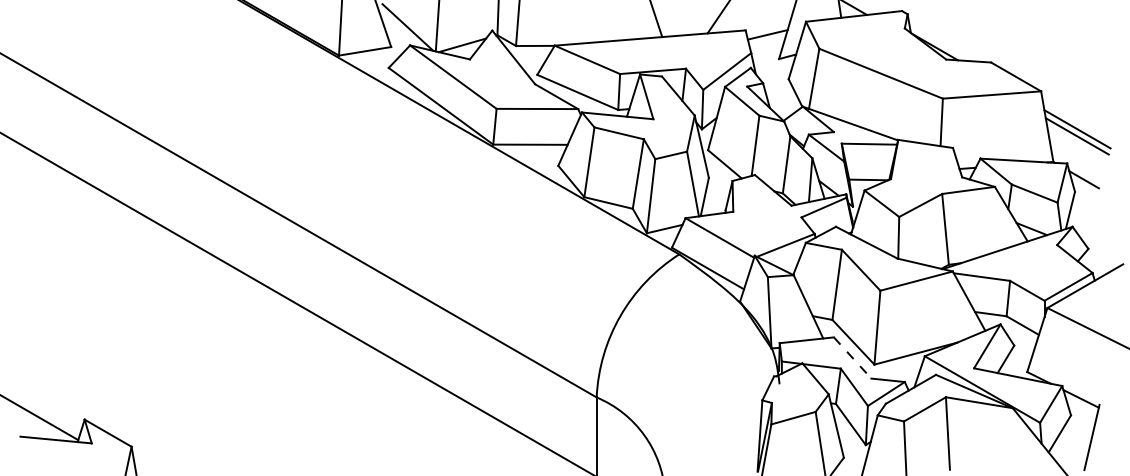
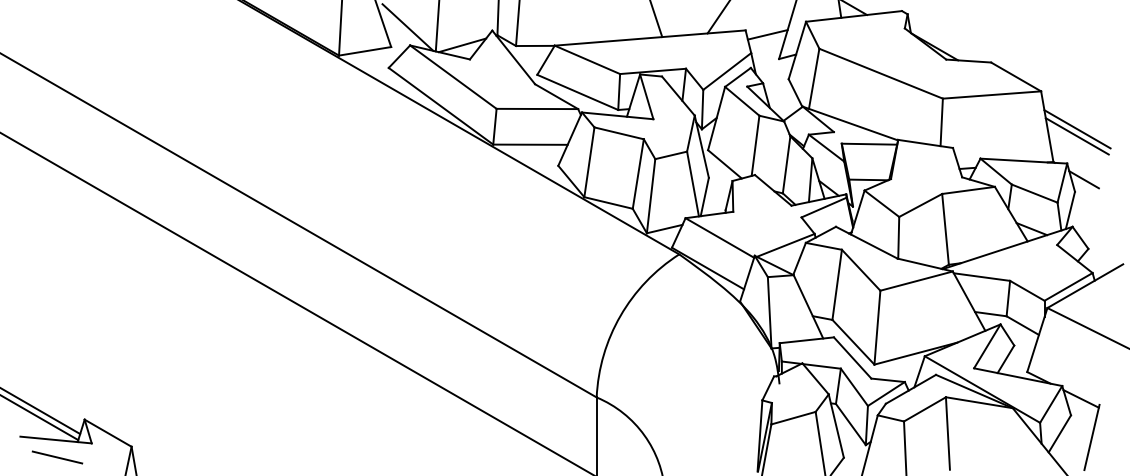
line at (852, 357): dashed -> solid
line at (41, 411): none -> present
line at (57, 457): none -> present
